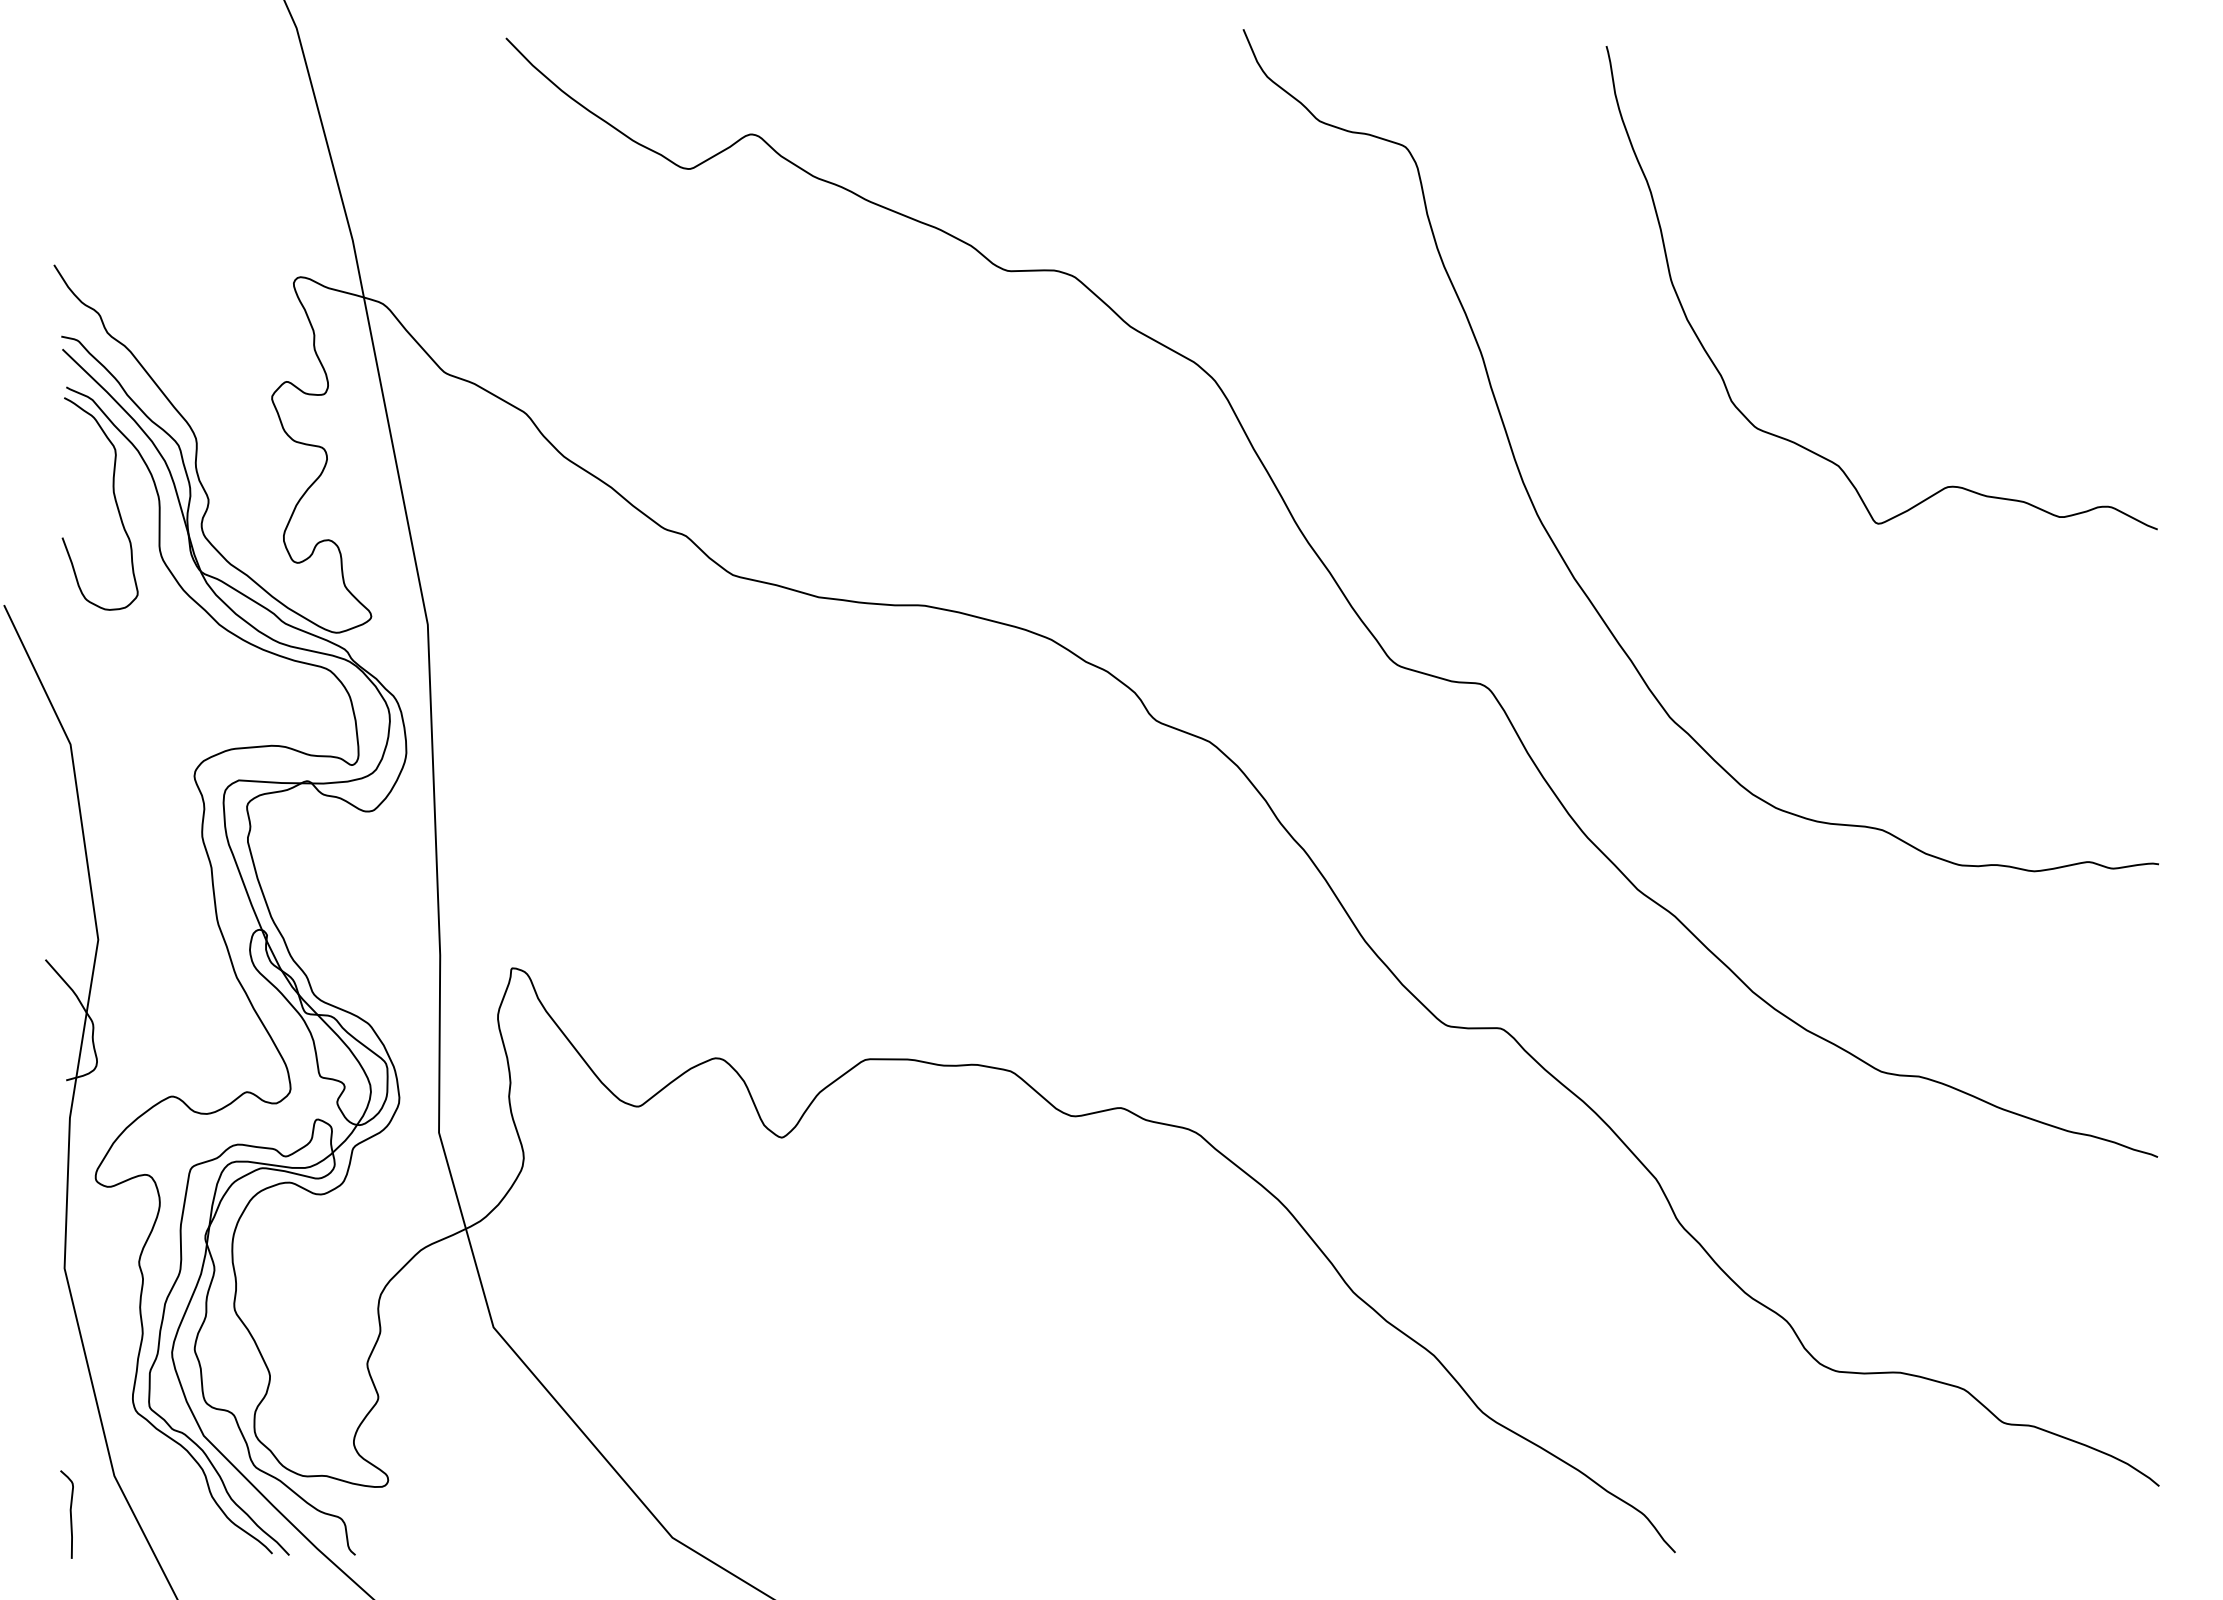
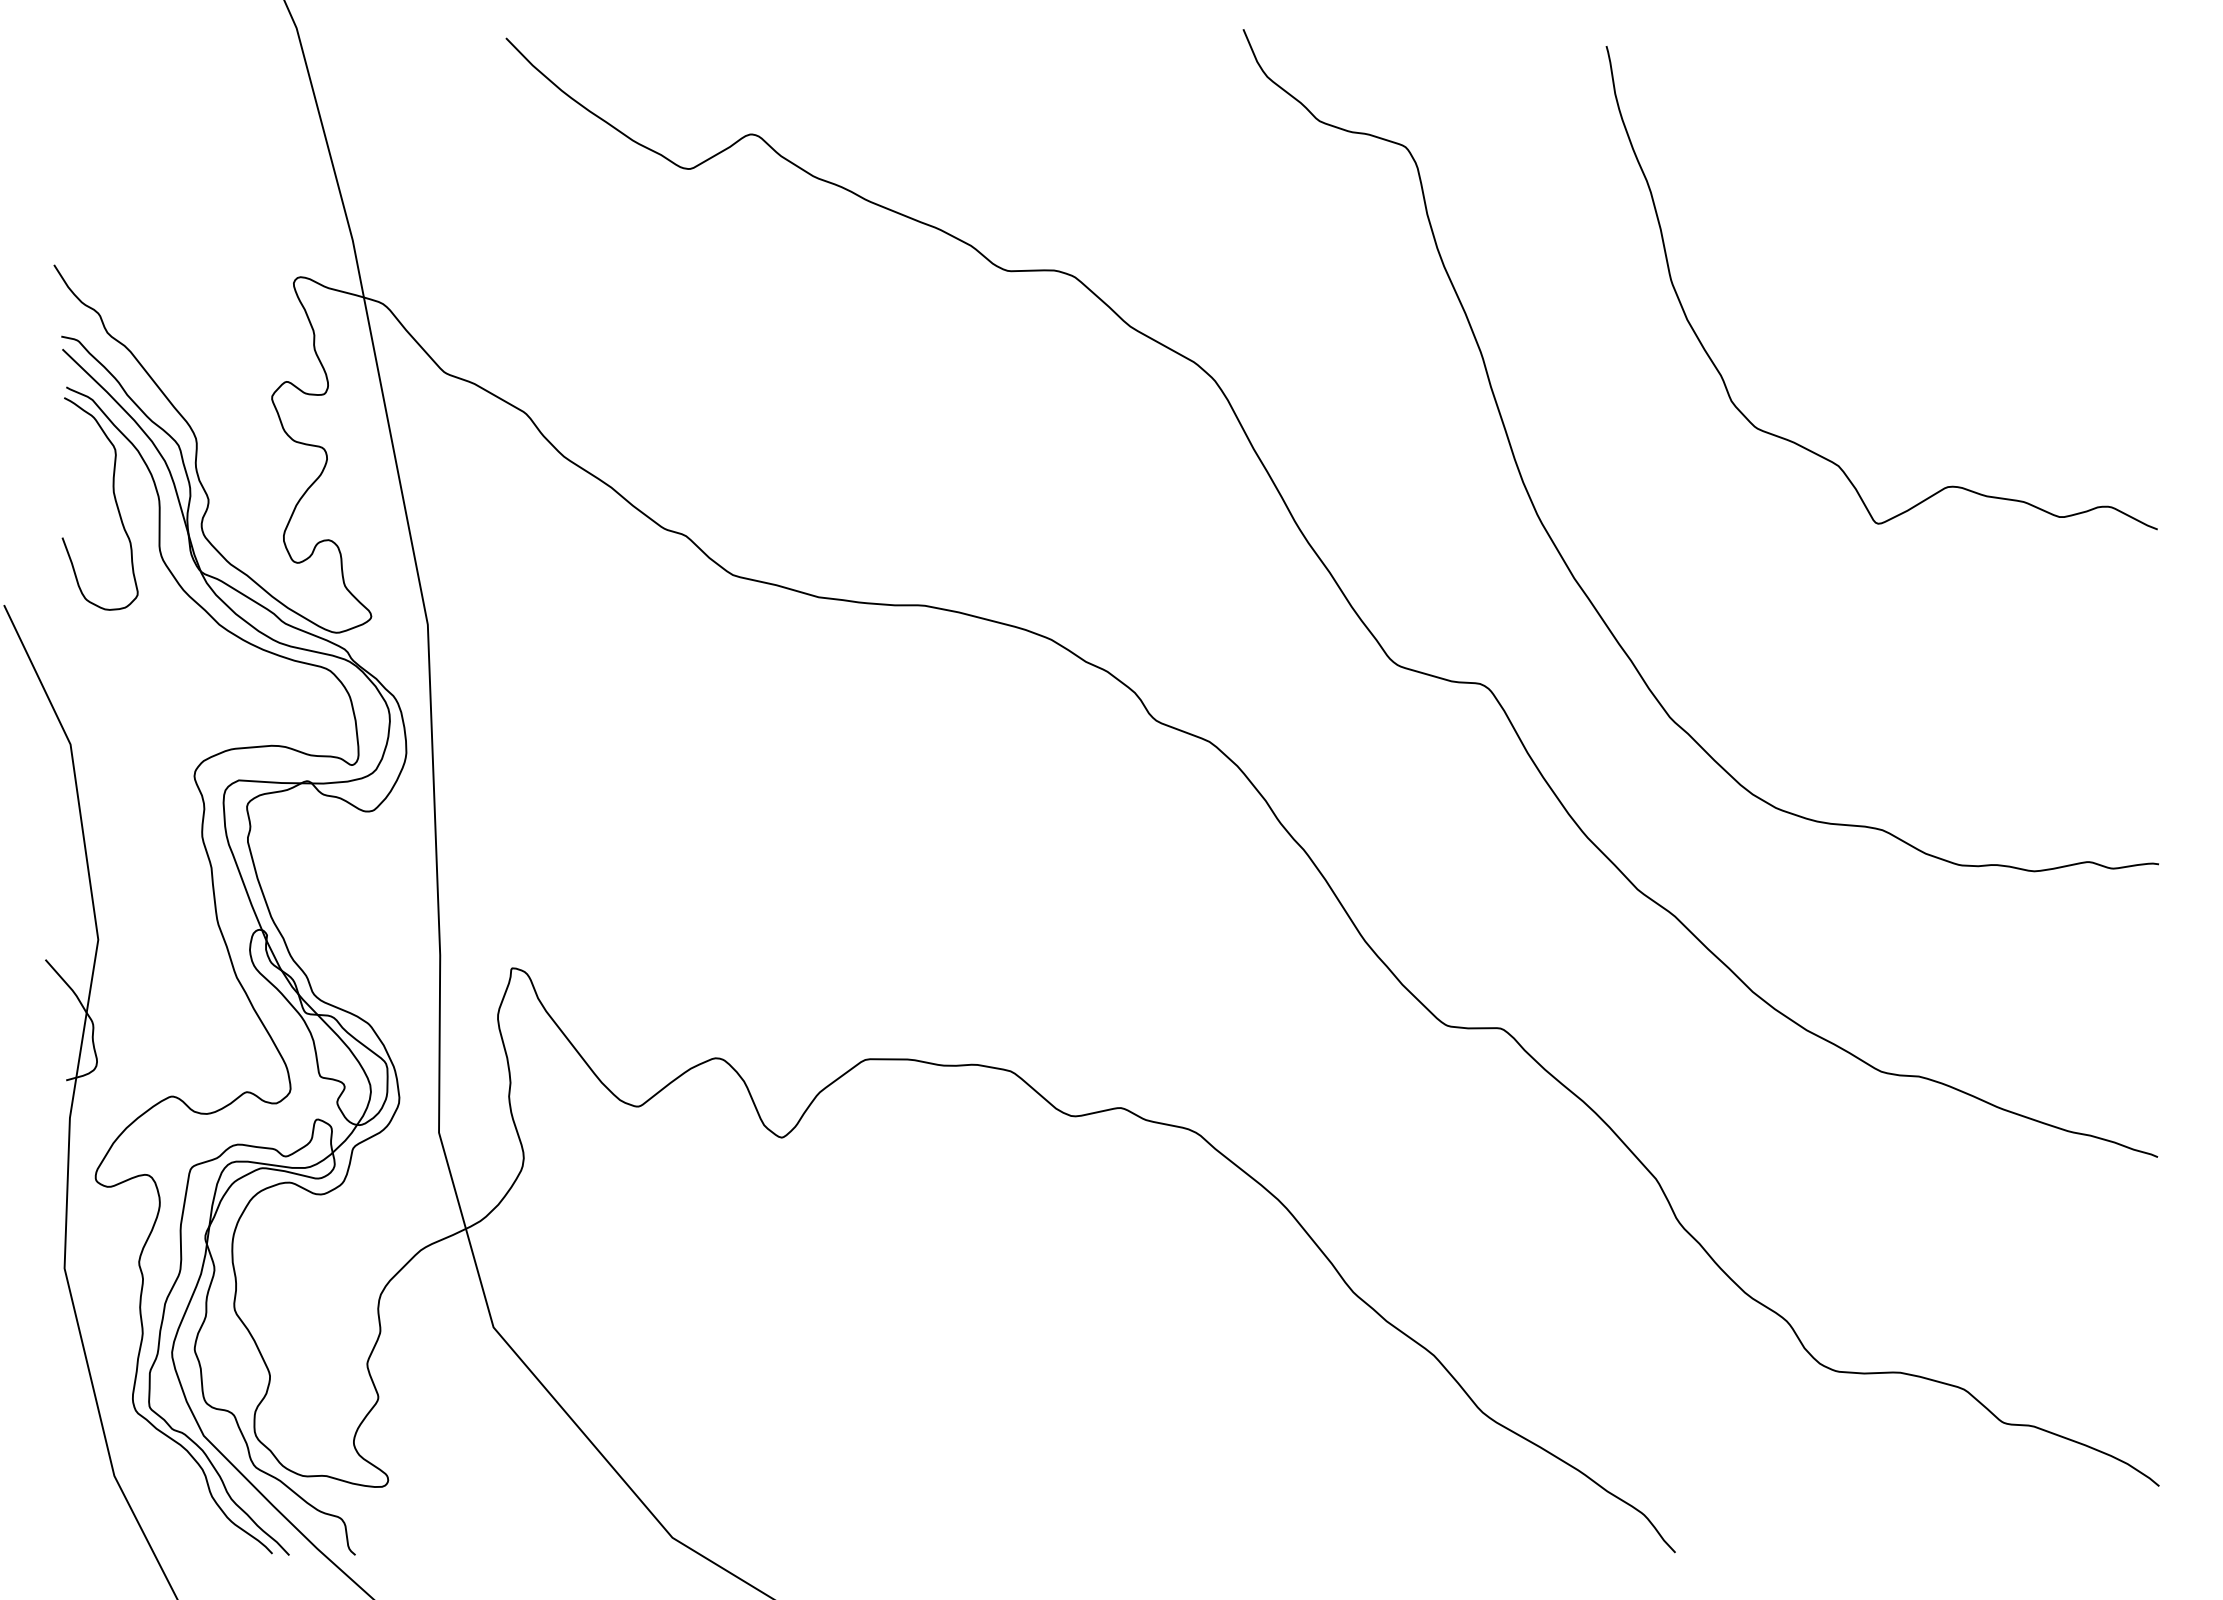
curve at (69, 1512): present -> none
